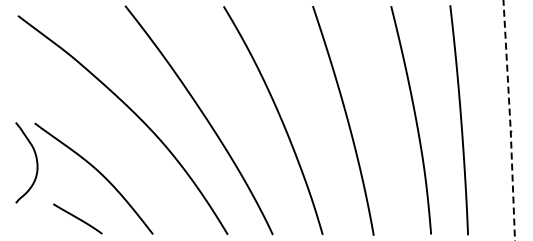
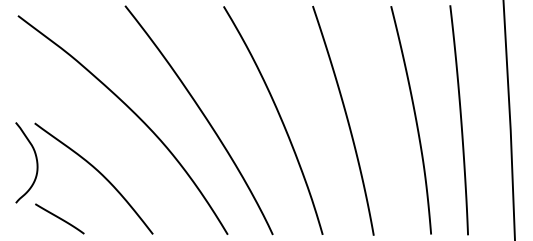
line at (510, 121): dashed -> solid
line at (77, 218) position: (77, 218) -> (59, 218)
